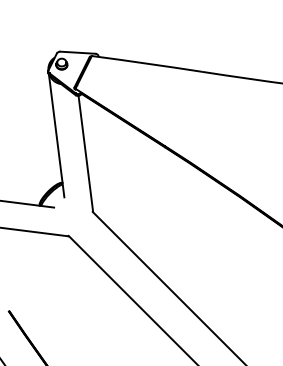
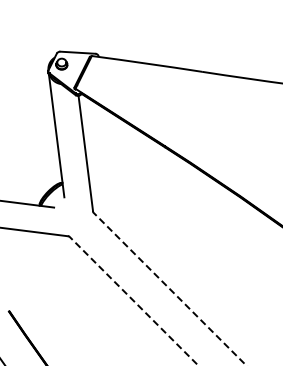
line at (169, 288): solid -> dashed
line at (133, 300): solid -> dashed
